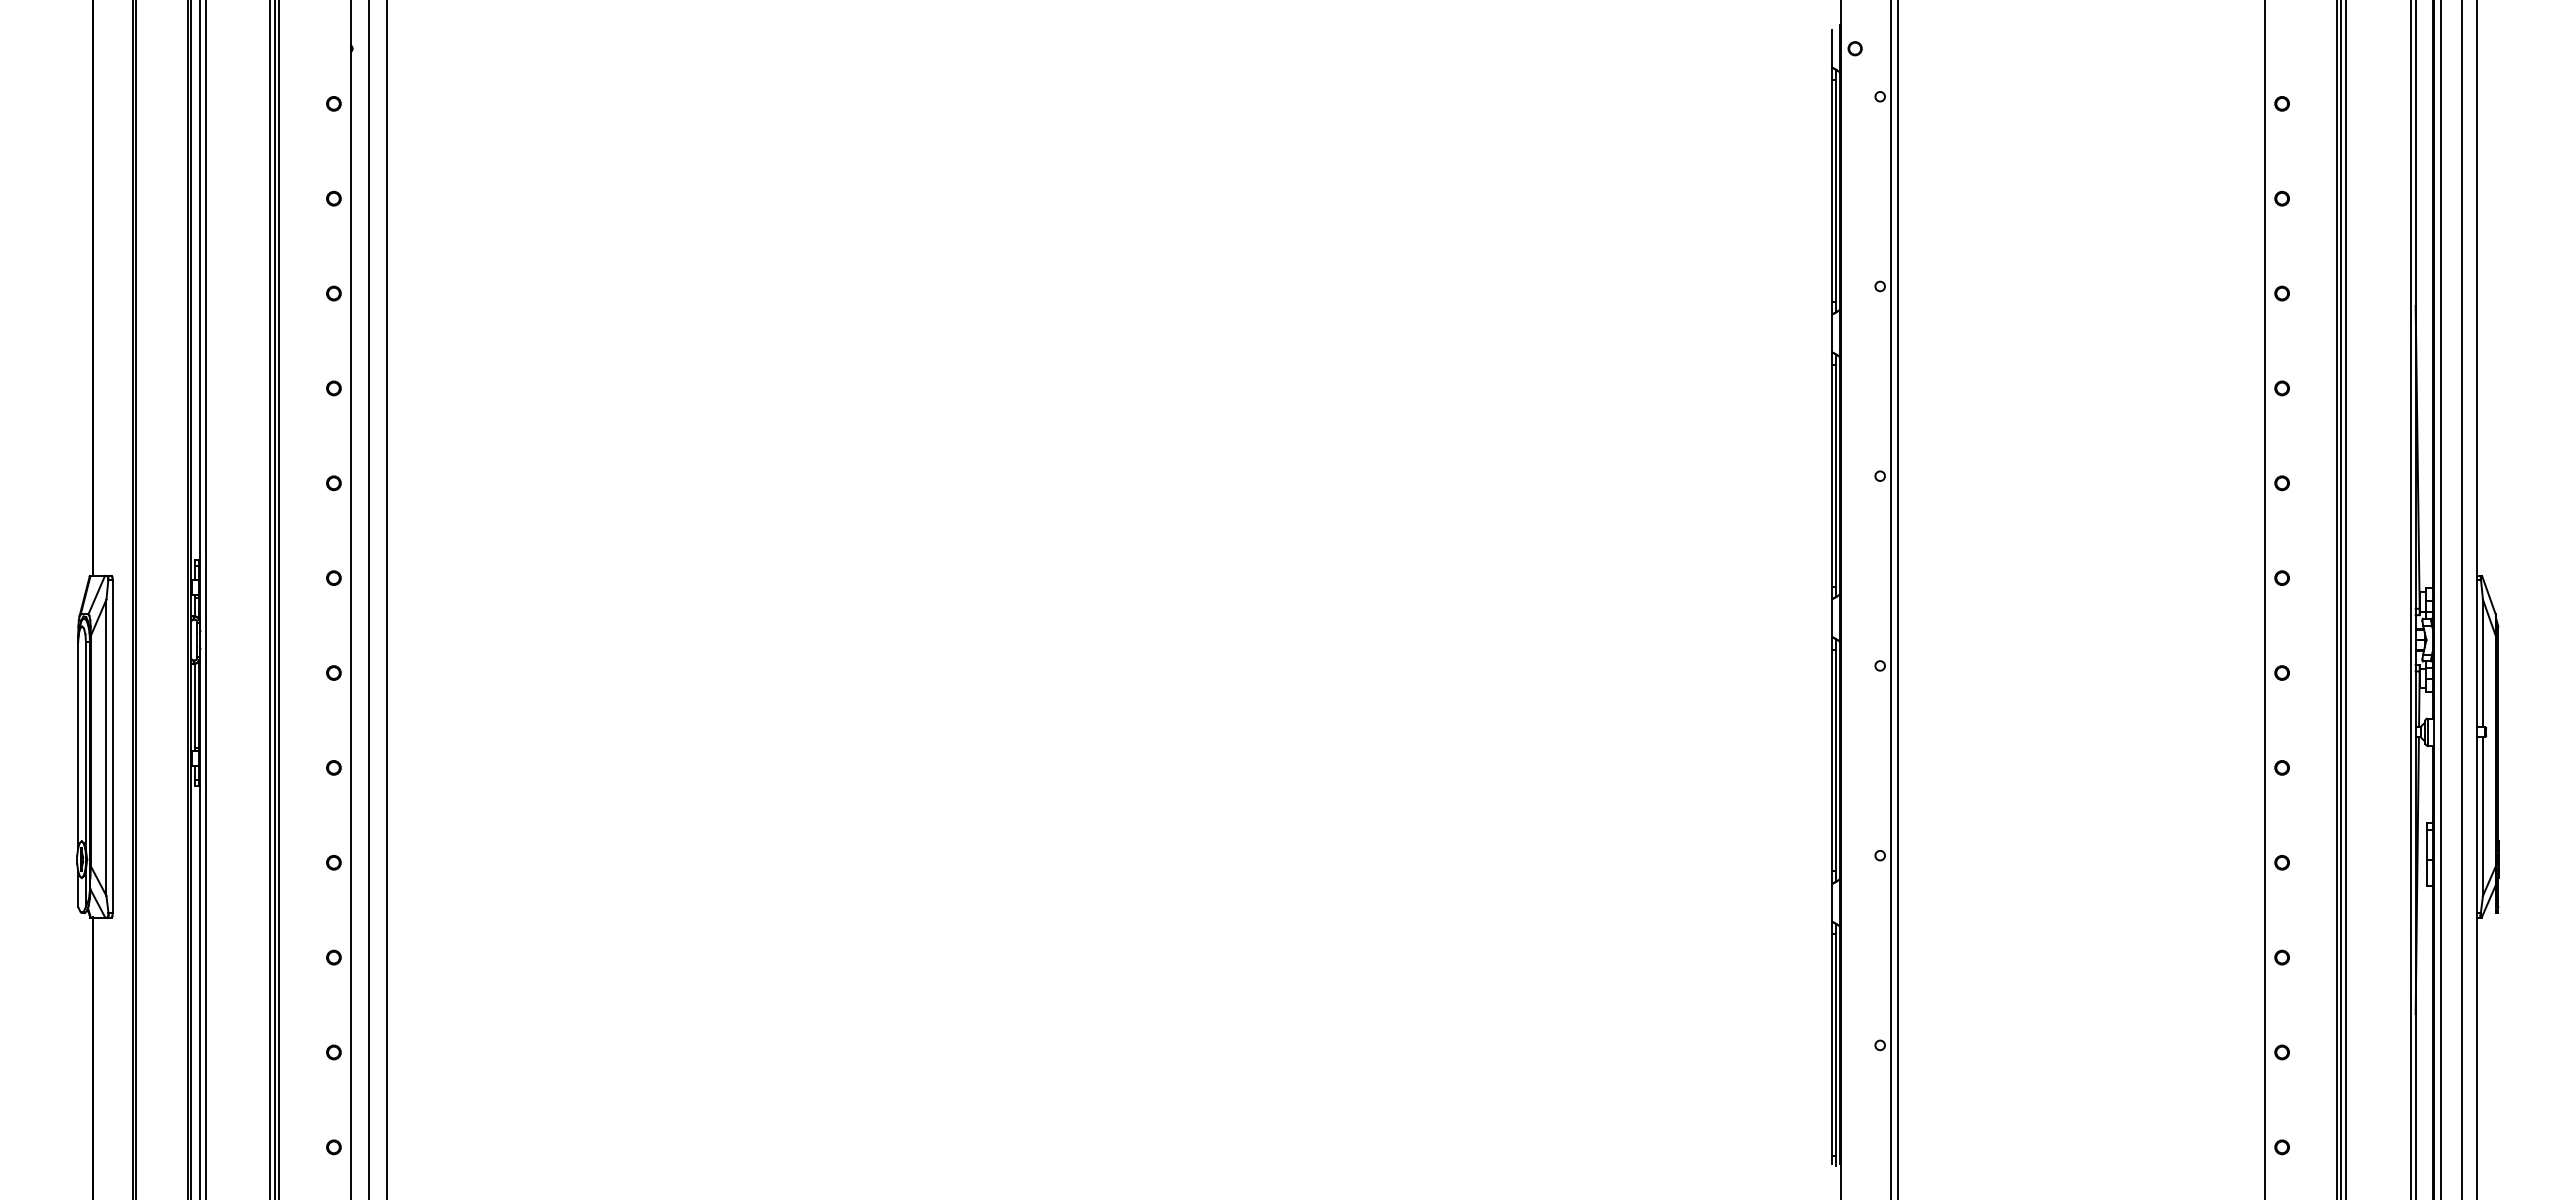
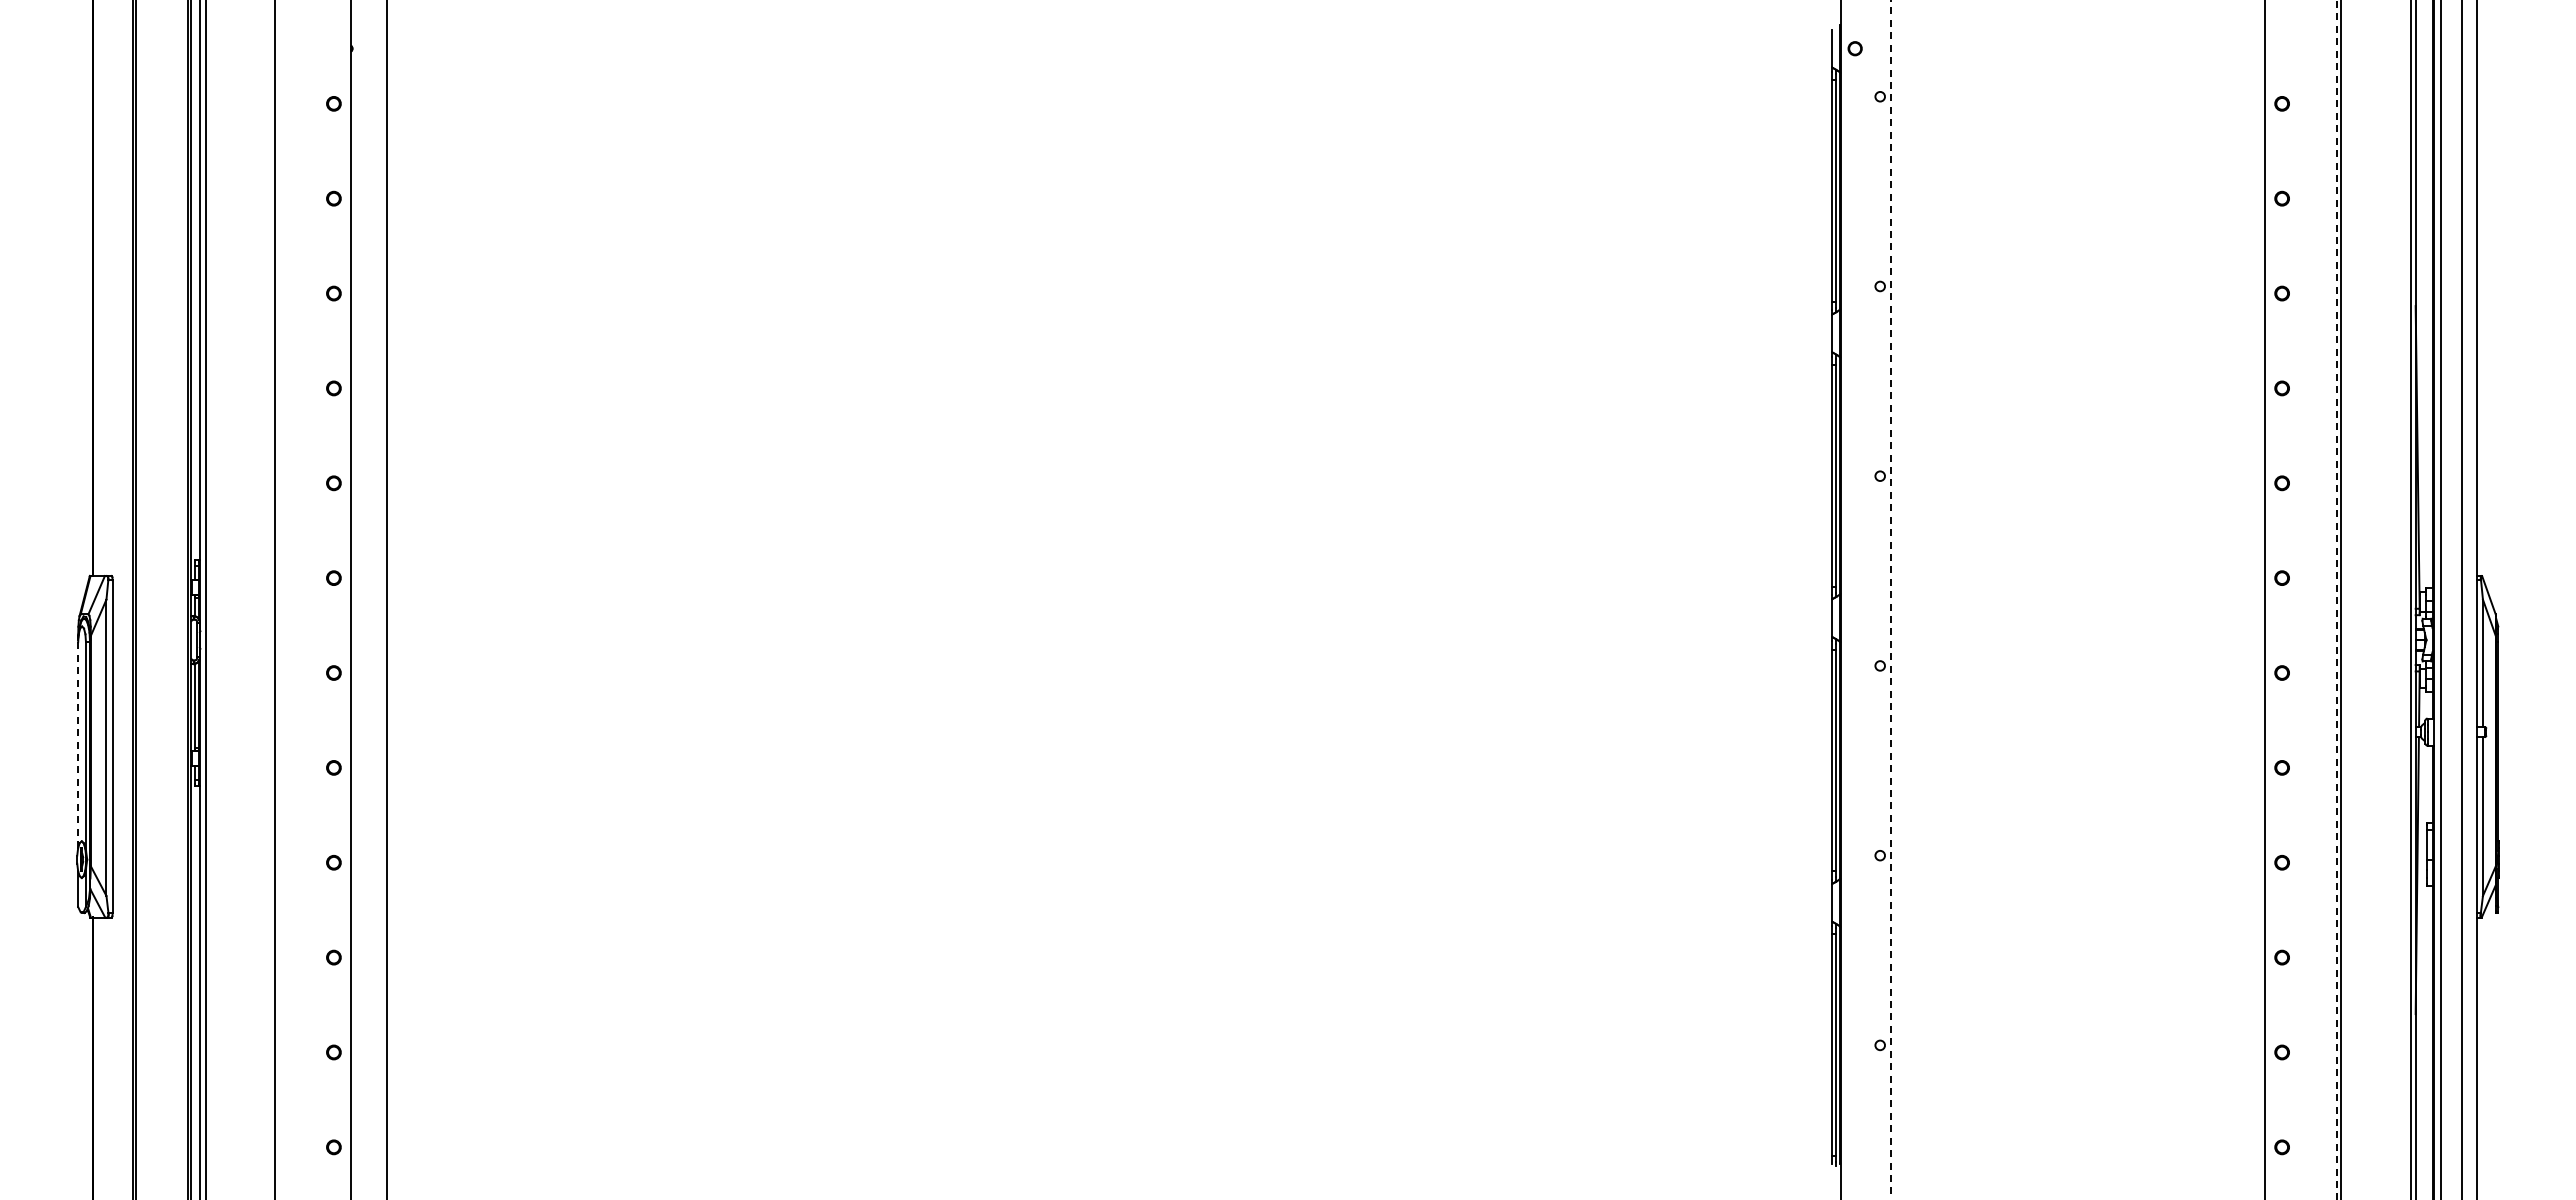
line at (269, 599): present -> none
line at (279, 599): present -> none
line at (369, 599): present -> none
line at (1890, 599): solid -> dashed
line at (1898, 599): present -> none
line at (2346, 599): present -> none
line at (2336, 600): solid -> dashed
line at (78, 745): solid -> dashed
